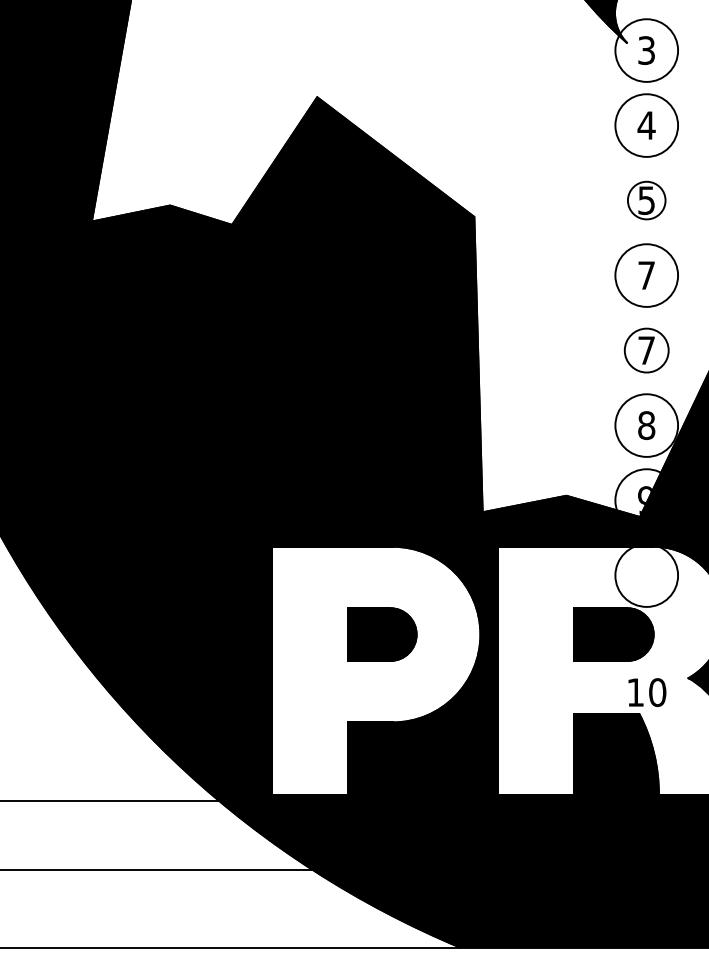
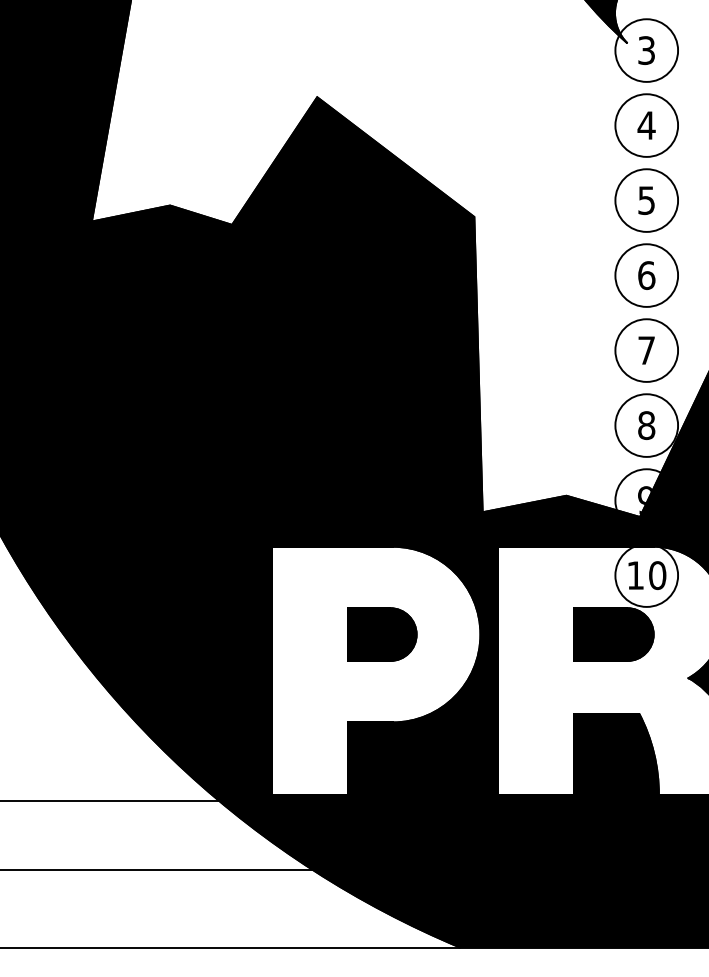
circle at (646, 200) diameter: 38 px -> 63 px
text at (646, 275): 7 -> 6
circle at (646, 350) diameter: 44 px -> 63 px
text at (647, 692) position: (647, 692) -> (647, 575)
